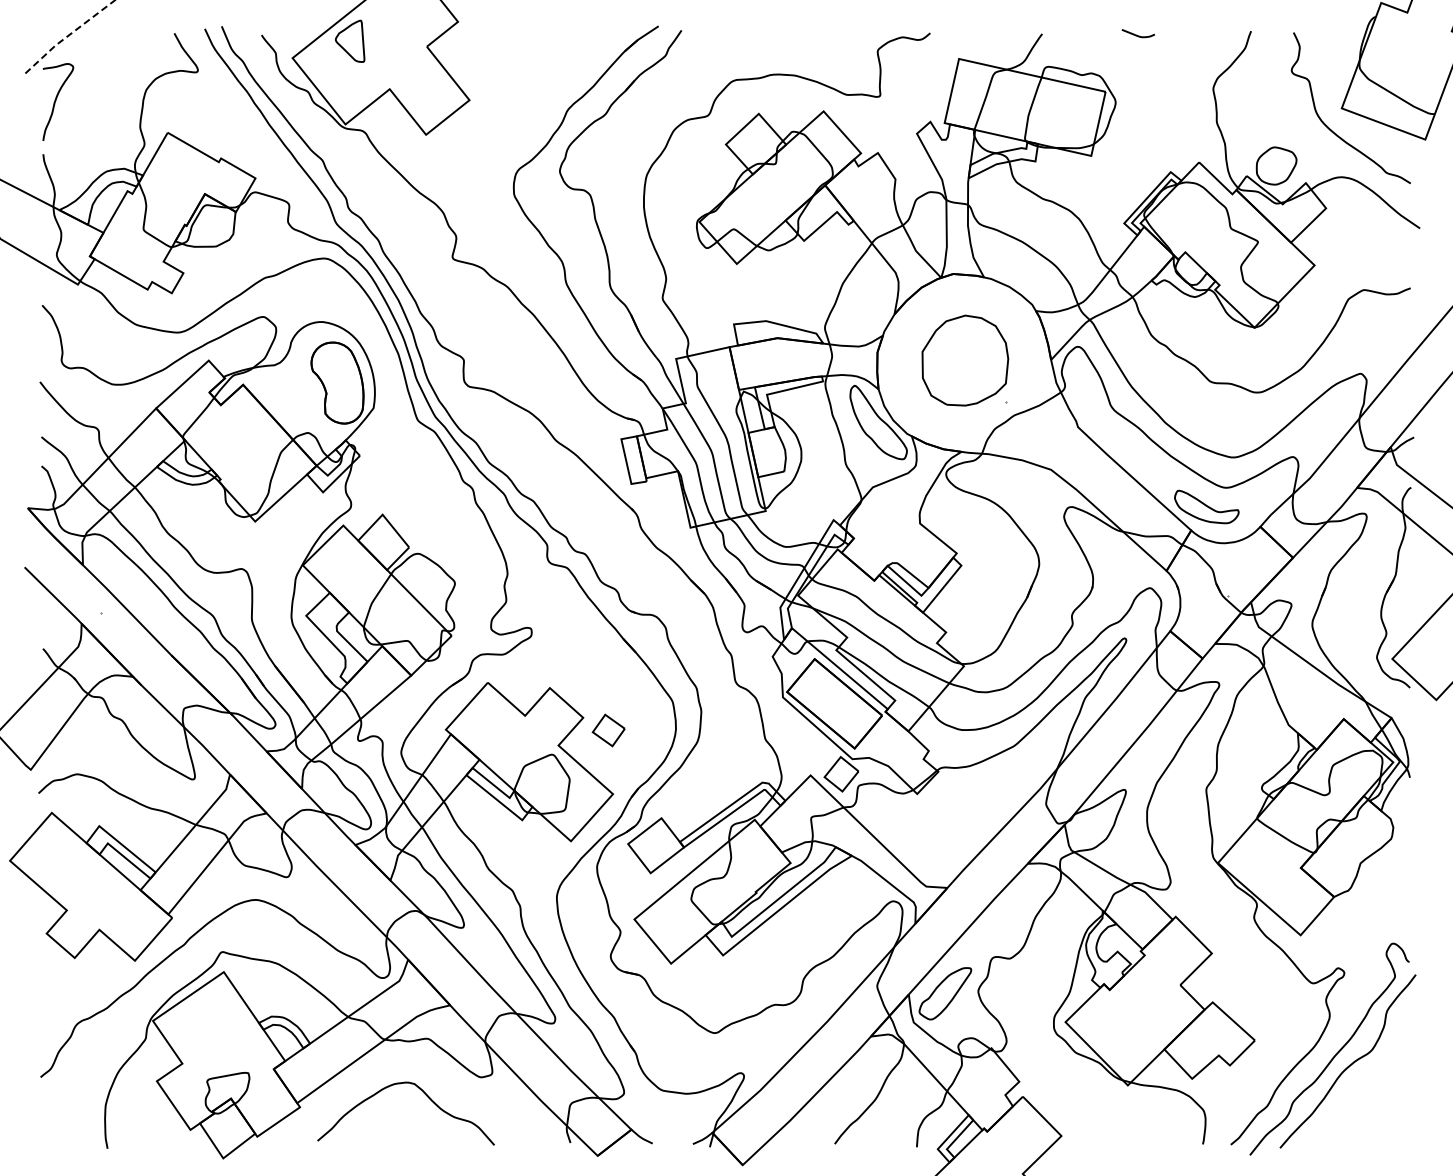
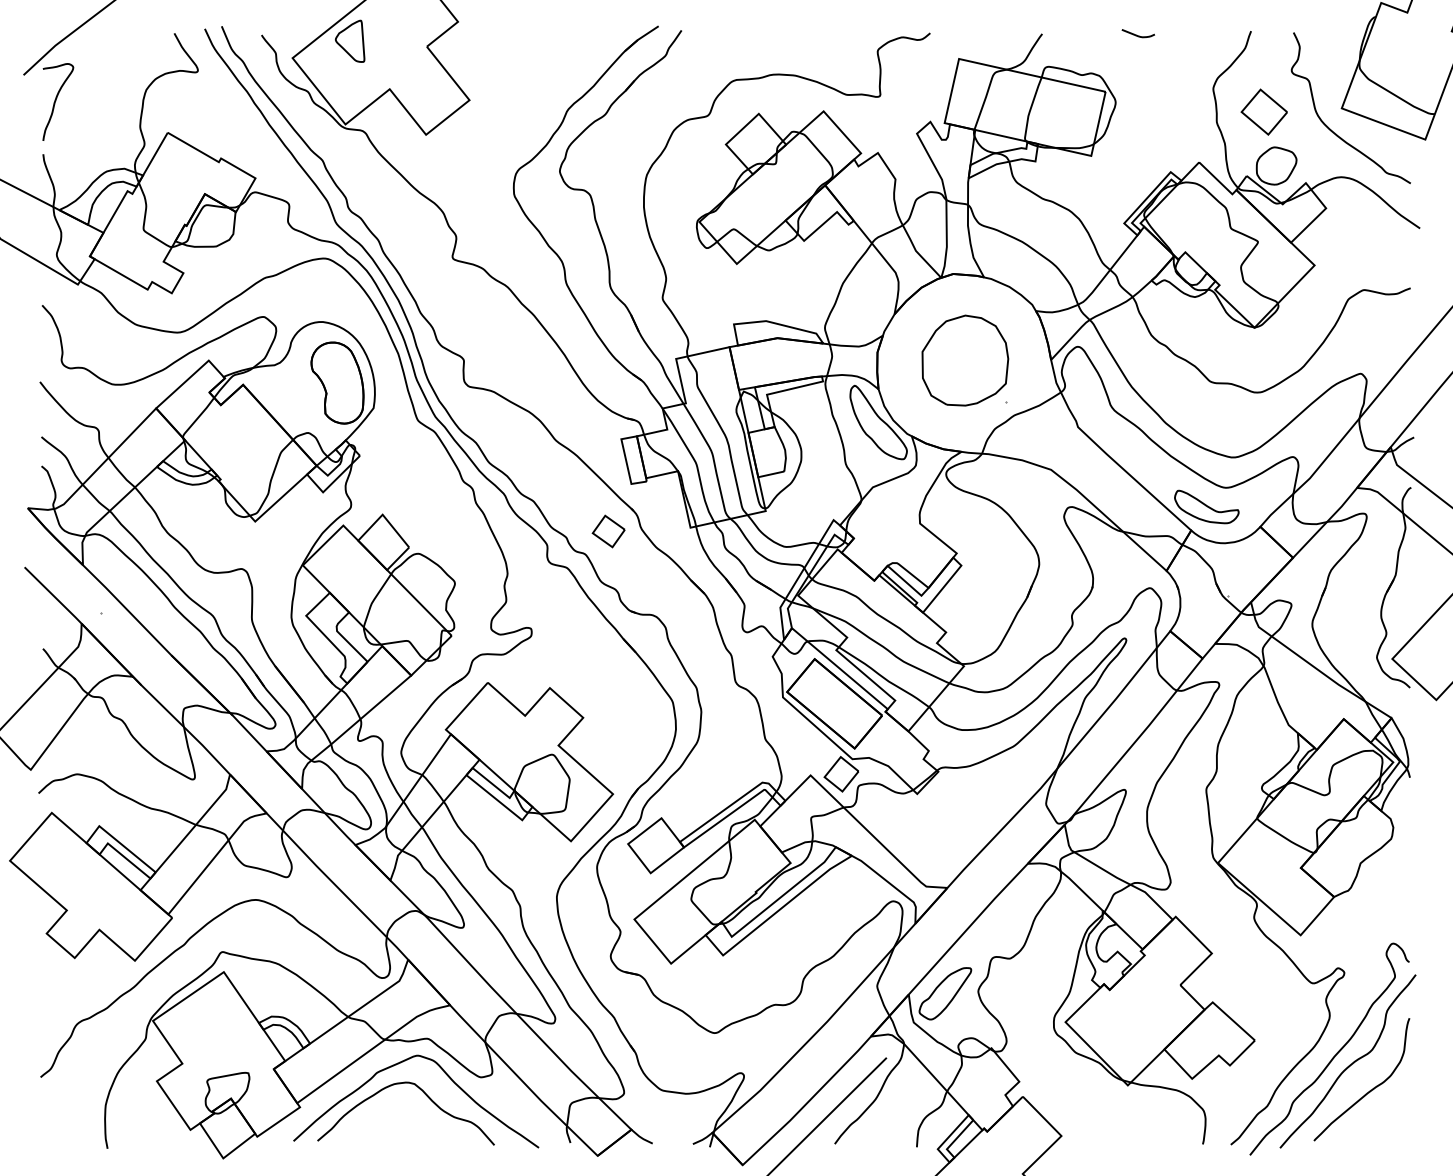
line at (67, 36): dashed -> solid
part at (1263, 111): none -> present
part at (608, 730) position: (608, 730) -> (608, 531)
curve at (444, 1073): none -> present
curve at (1369, 1090): none -> present
line at (828, 1115): none -> present
